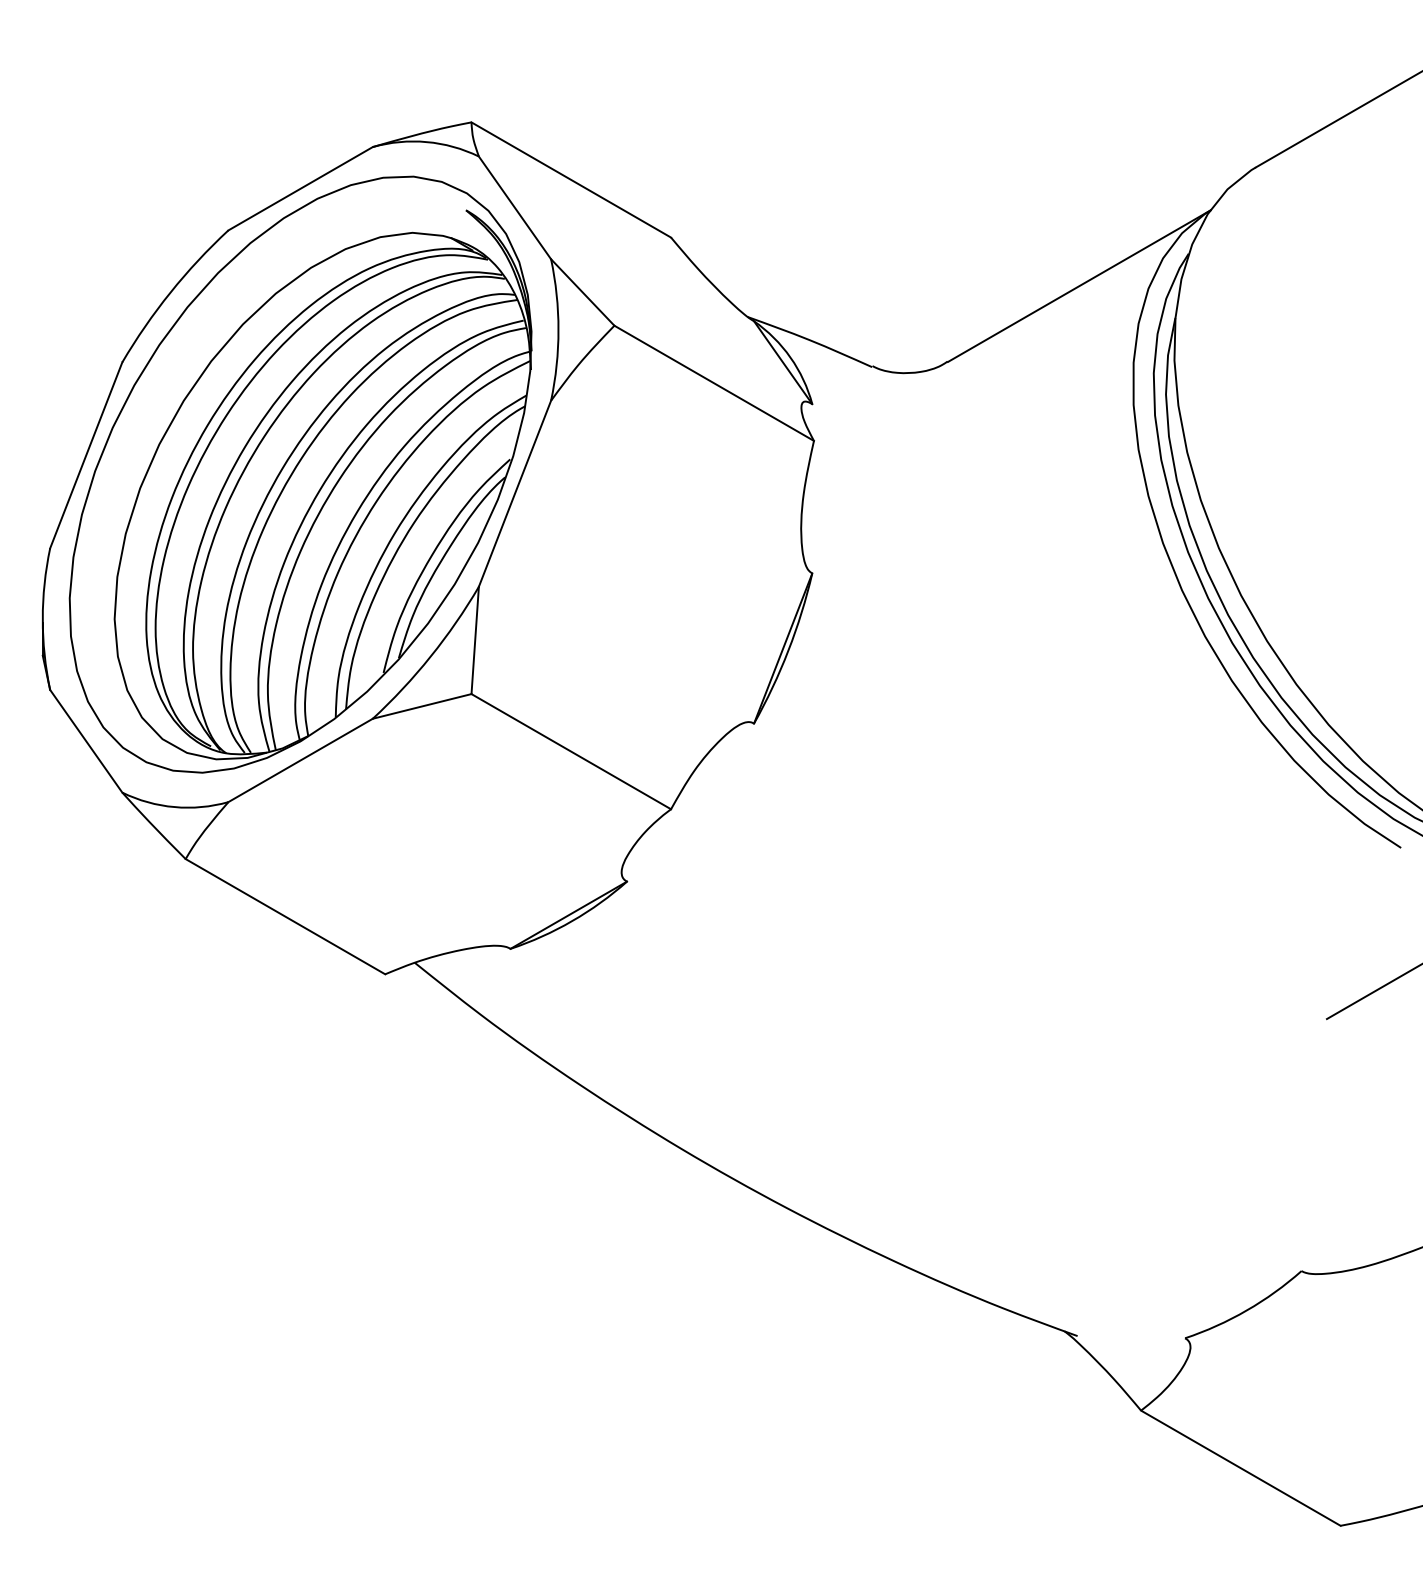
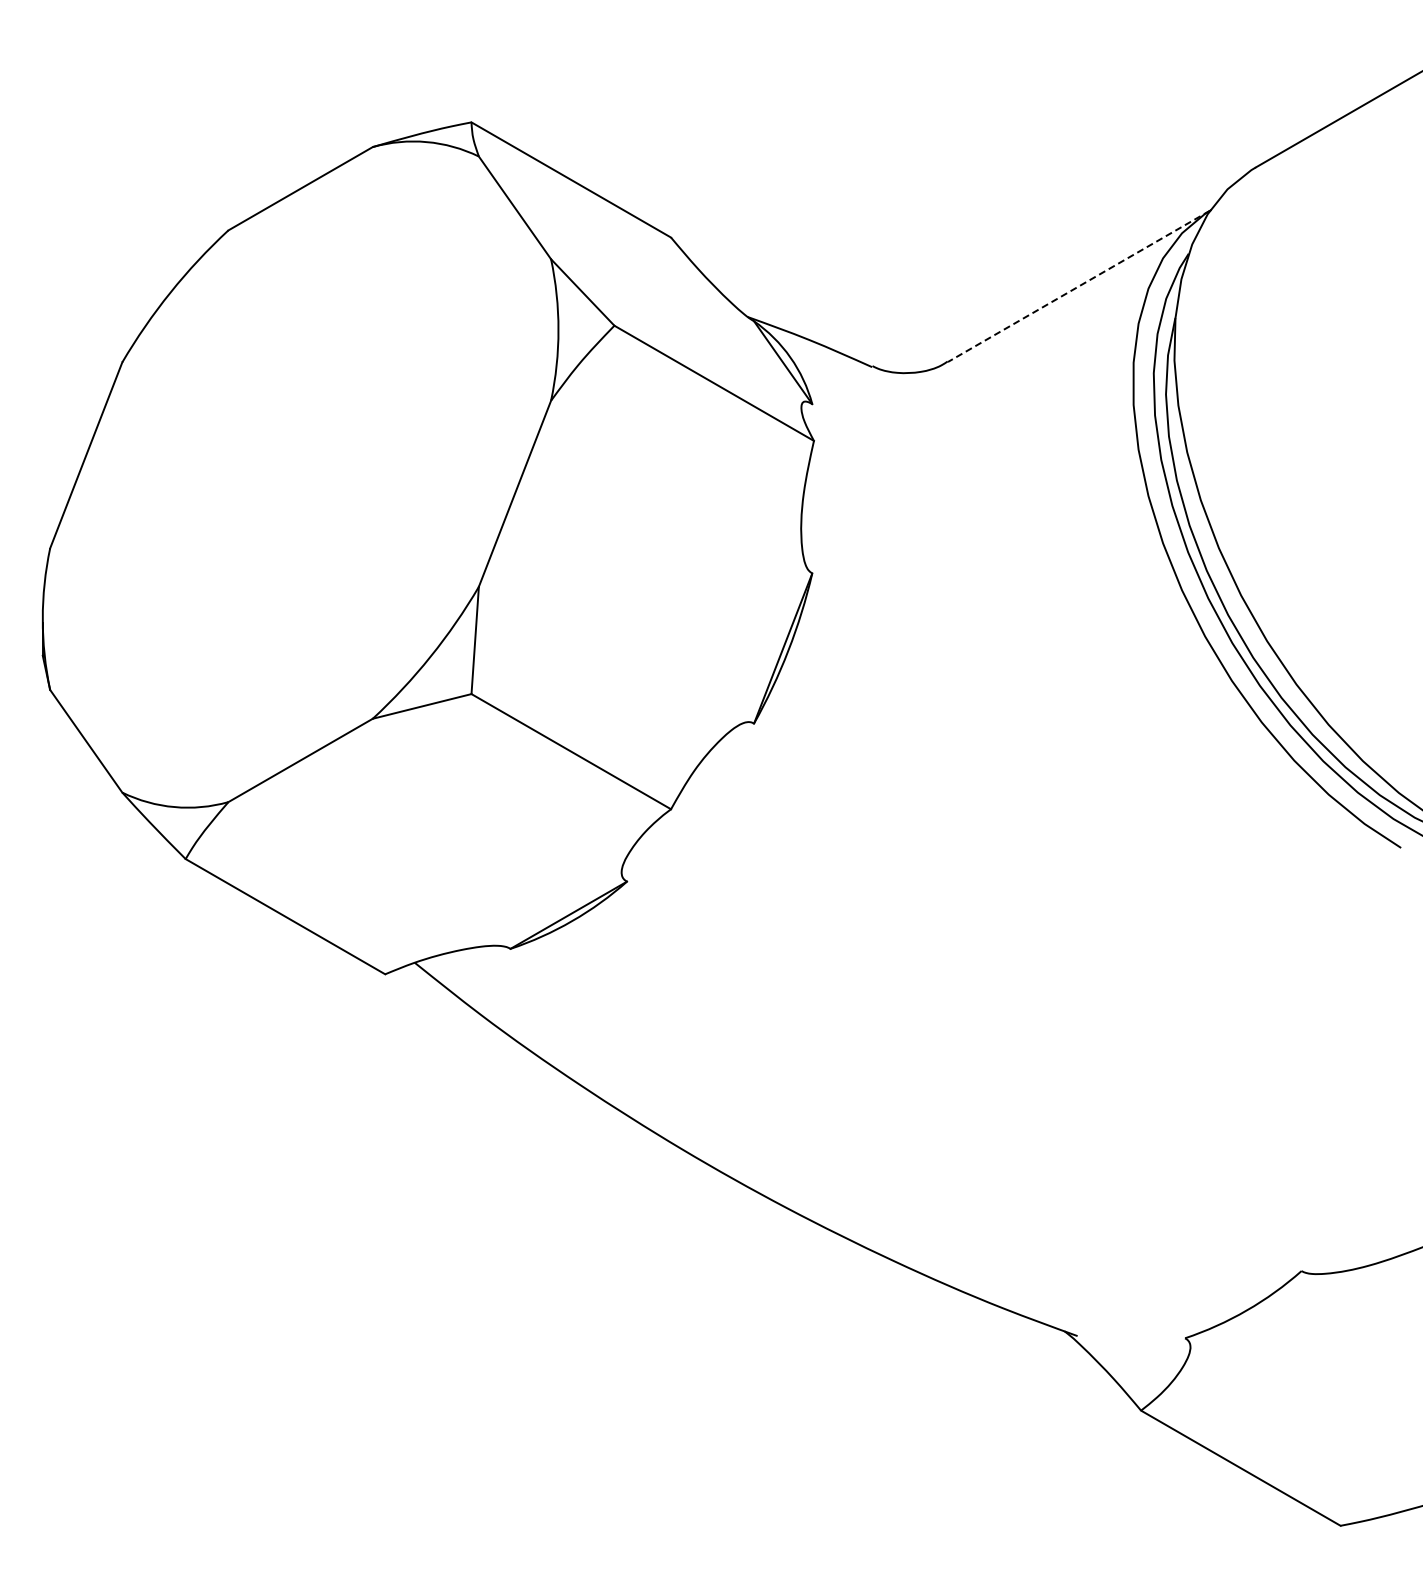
line at (1078, 286): solid -> dashed
part at (300, 474): present -> none
line at (1372, 992): present -> none
